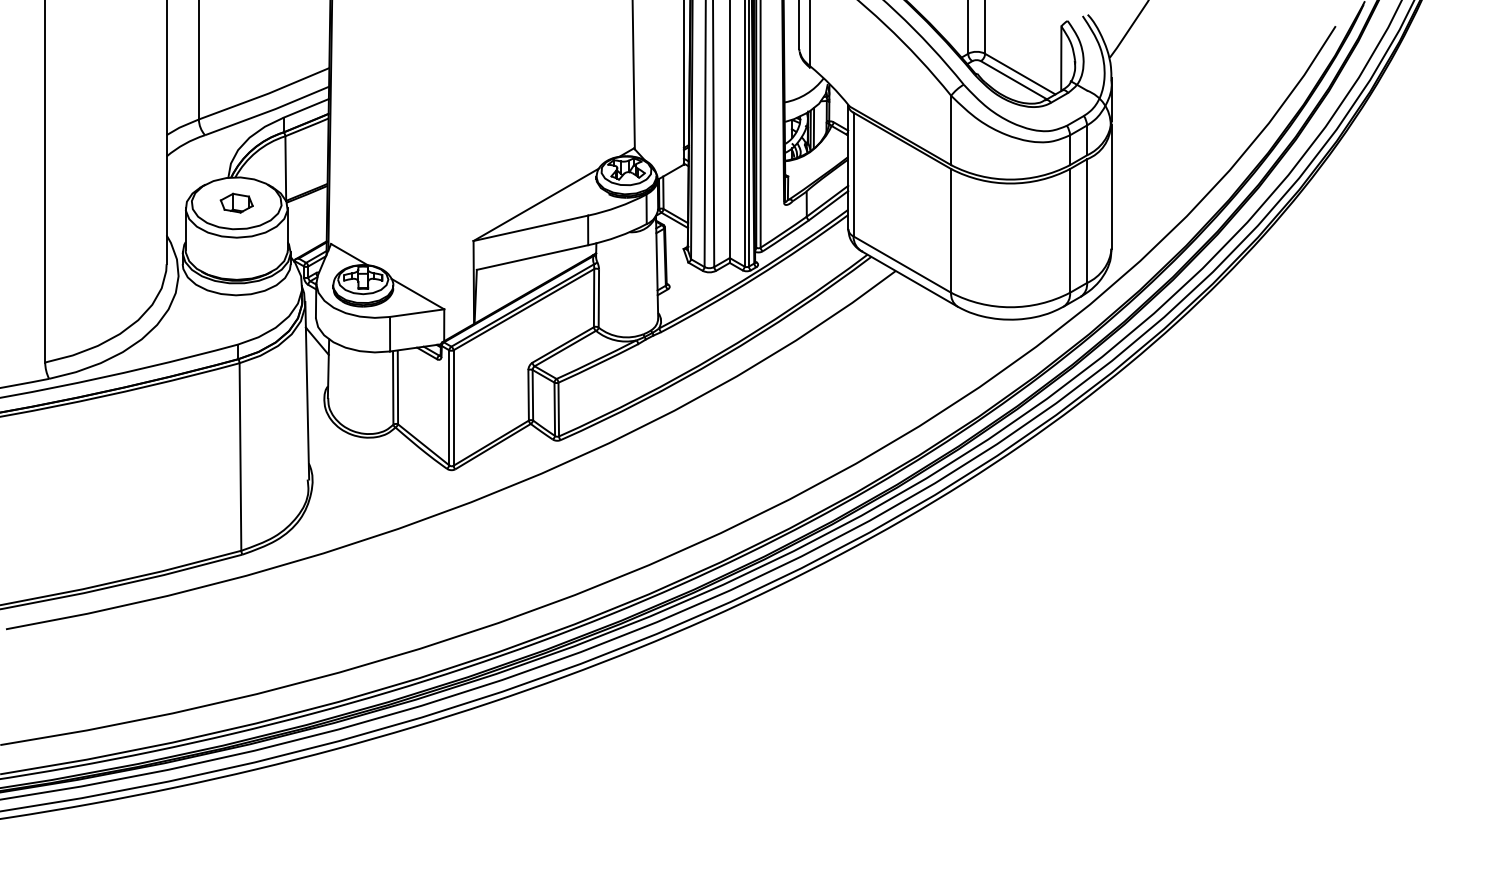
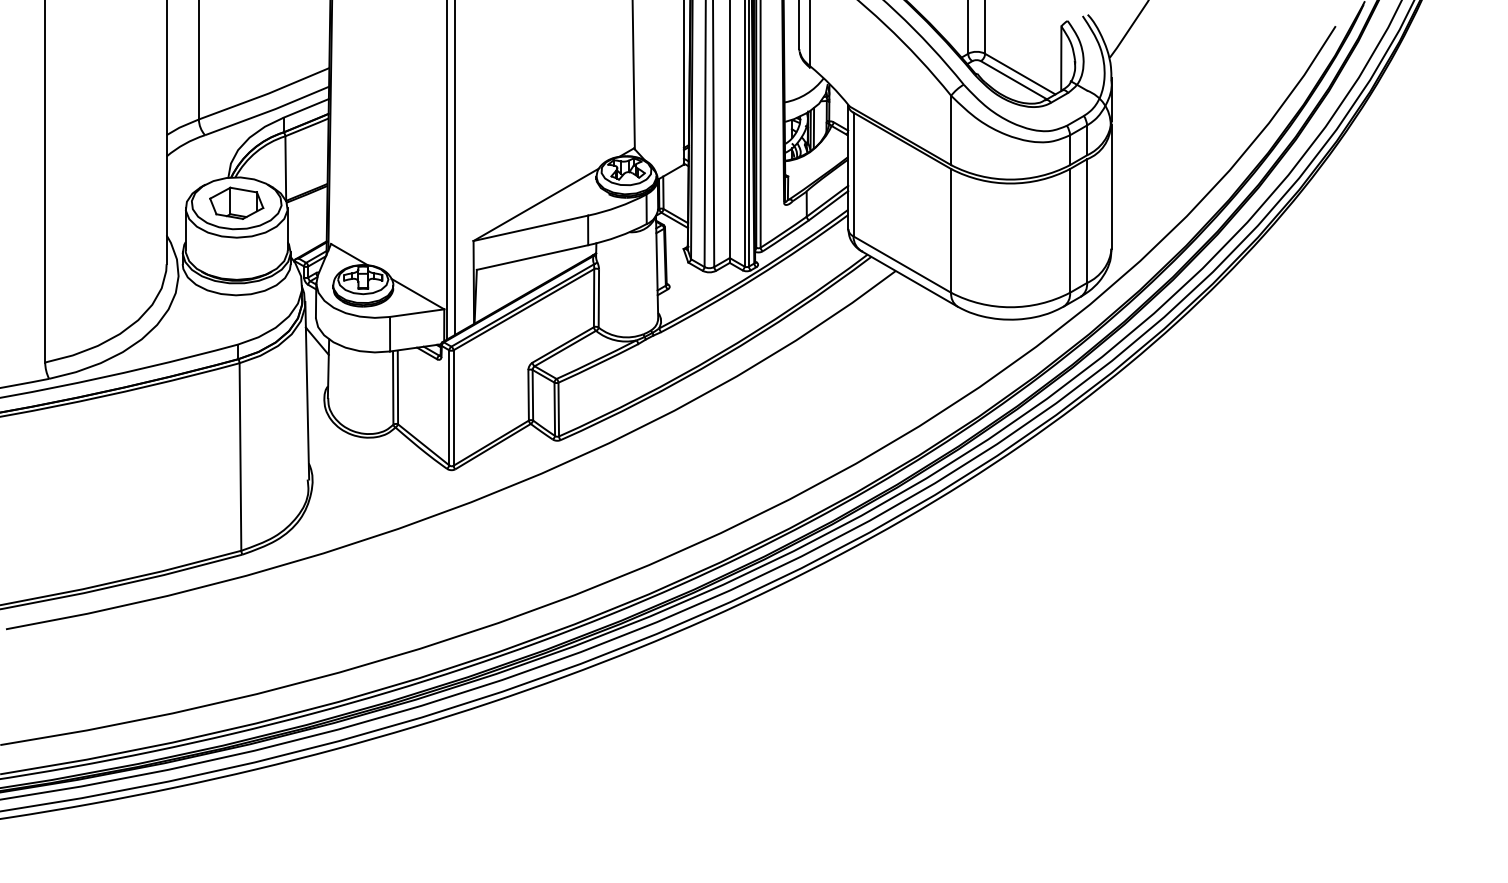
line at (455, 168): none -> present
line at (446, 170): none -> present
part at (236, 202) size: 35x22 px -> 56x34 px
